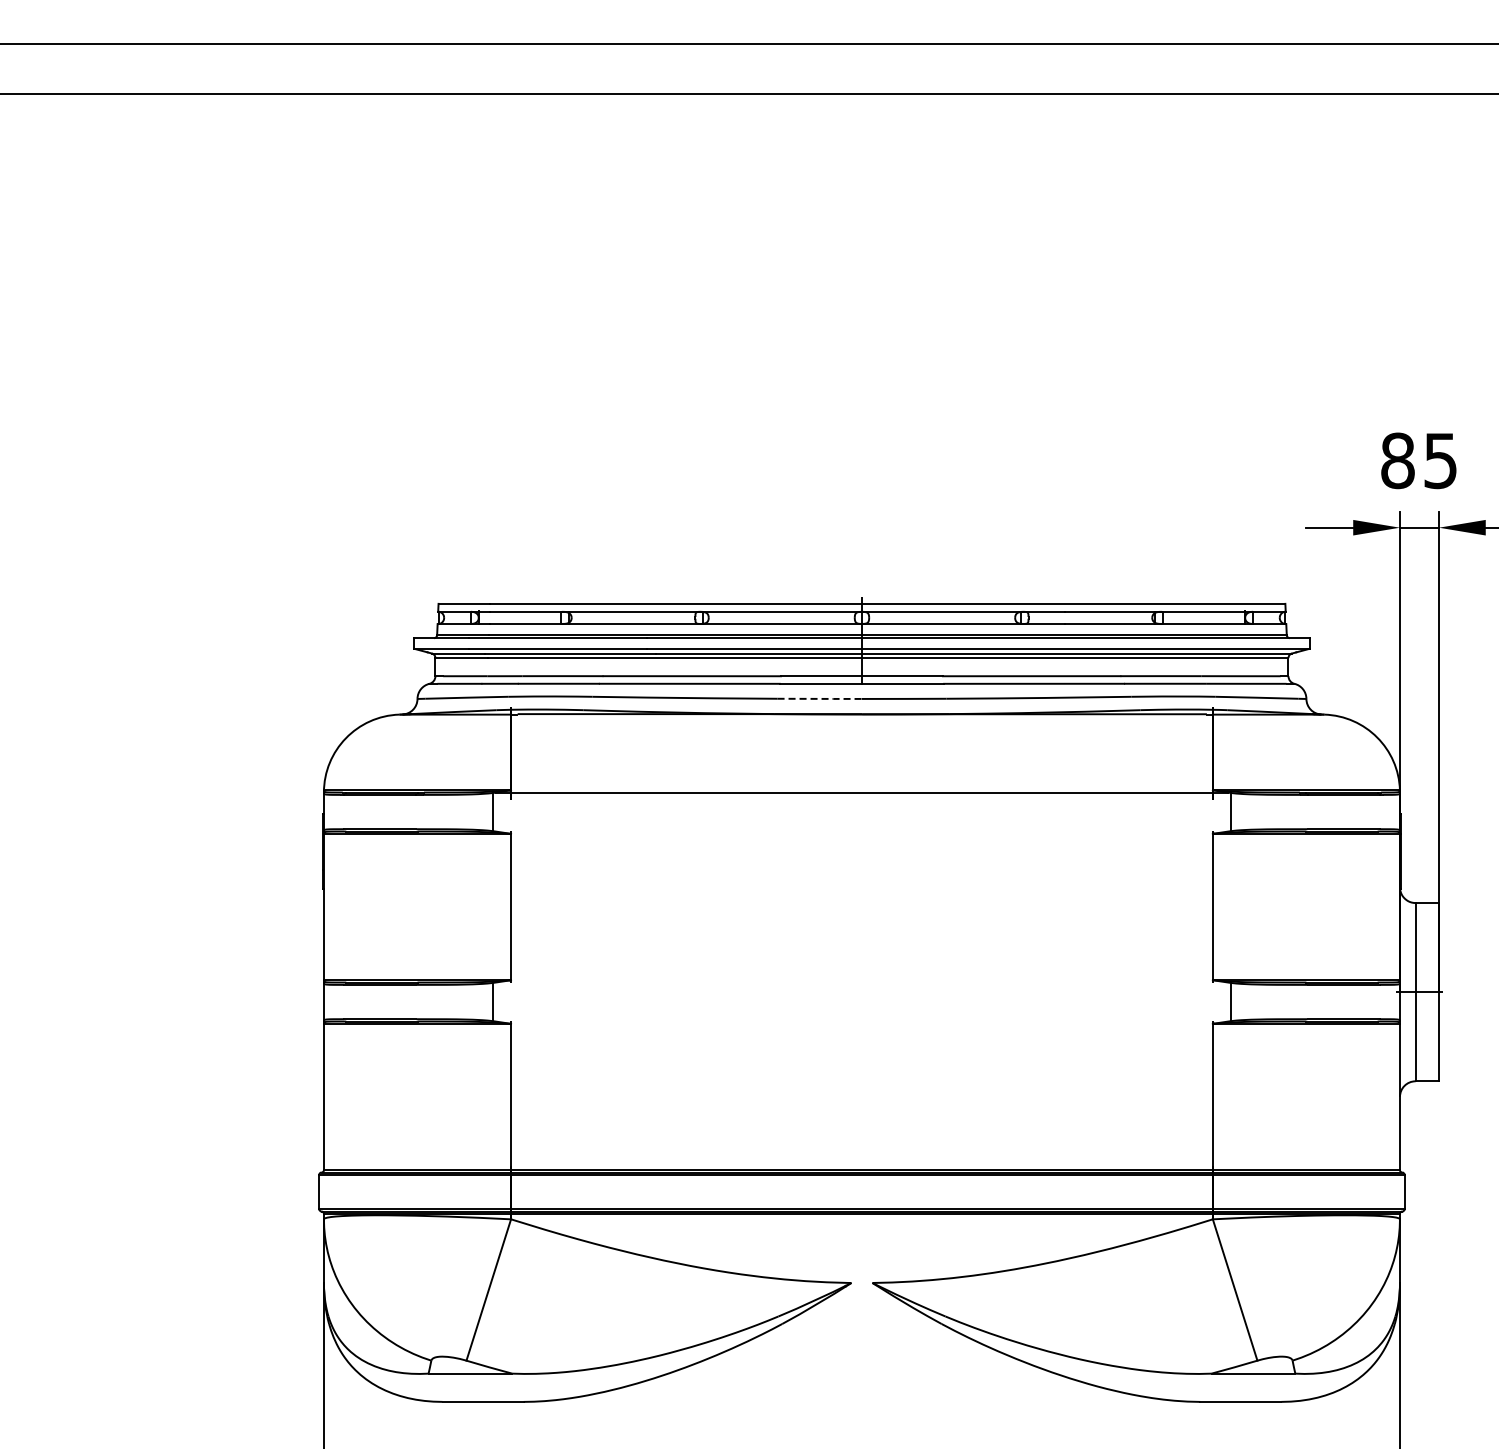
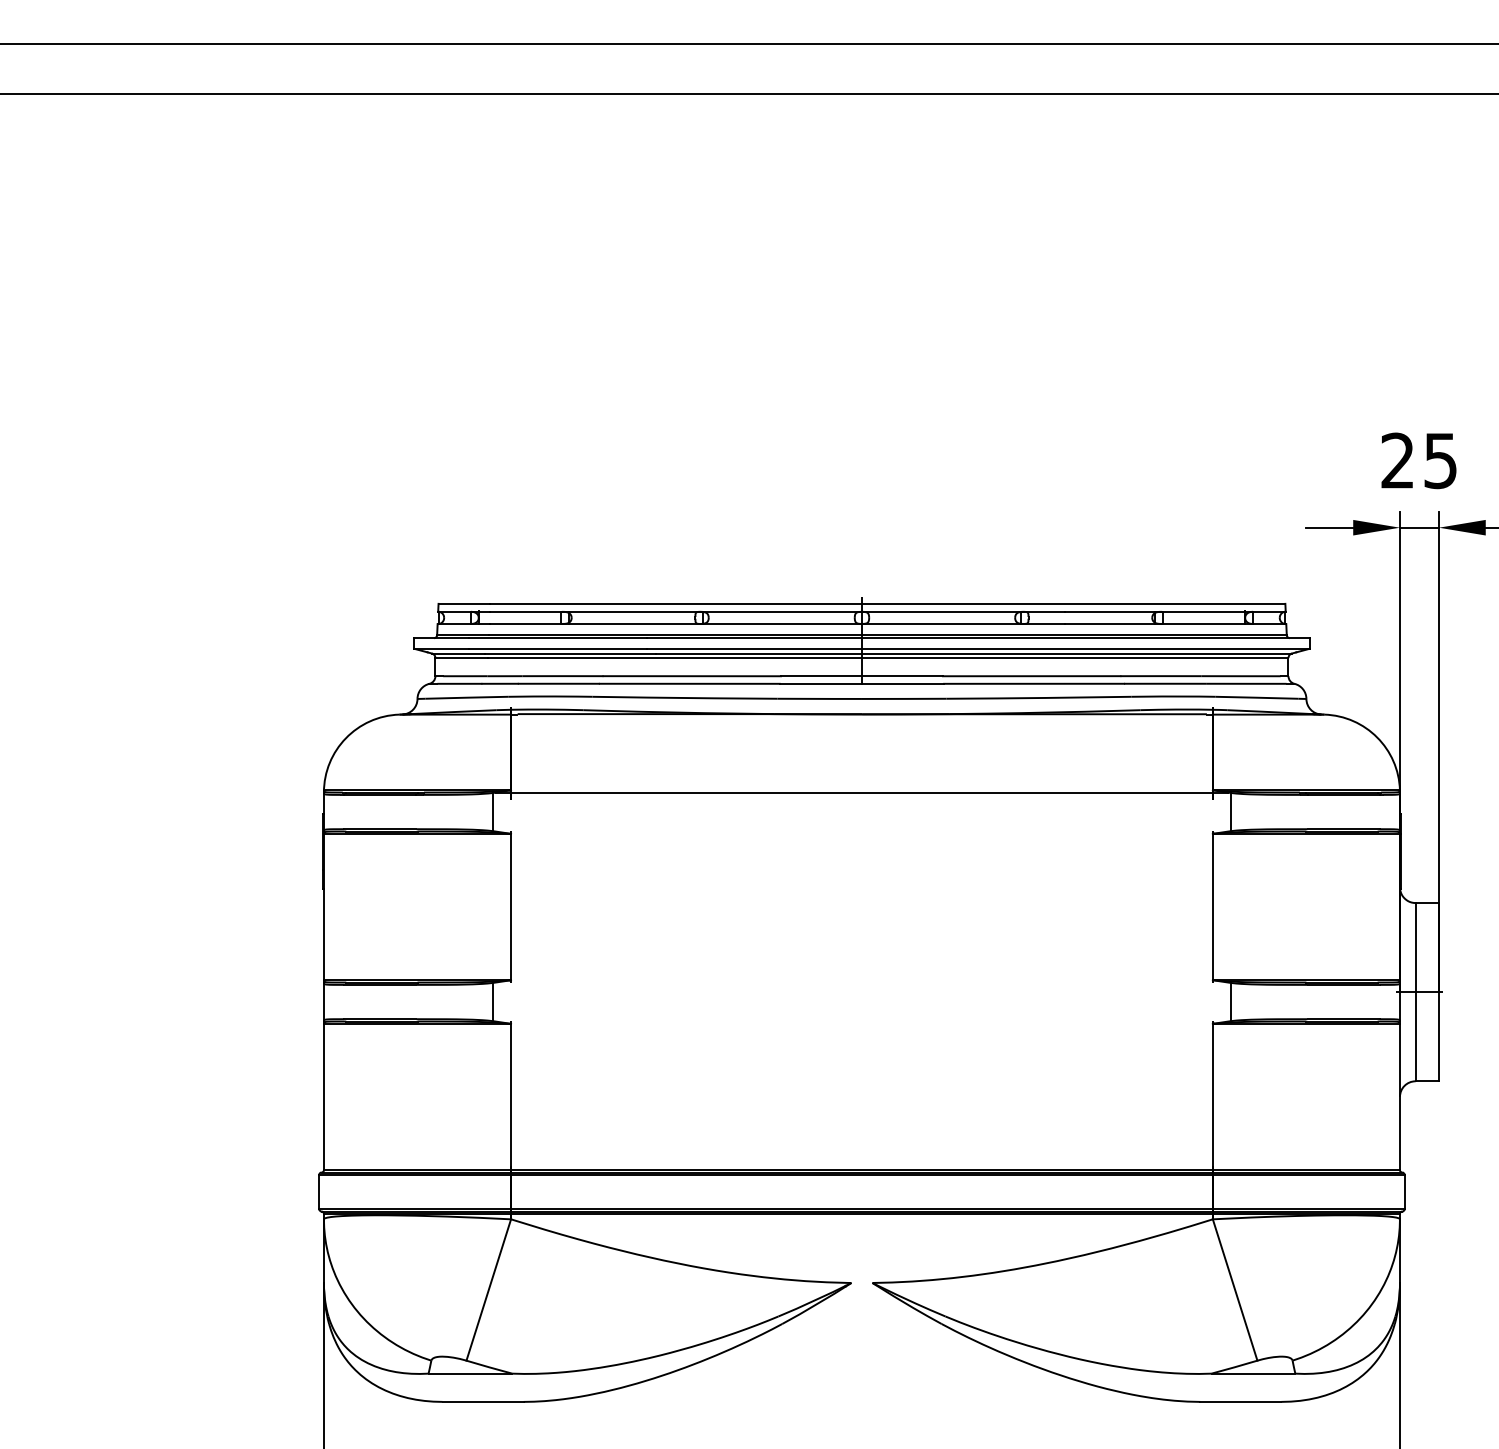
text at (1397, 460): 85 -> 25
line at (820, 698): dashed -> solid
